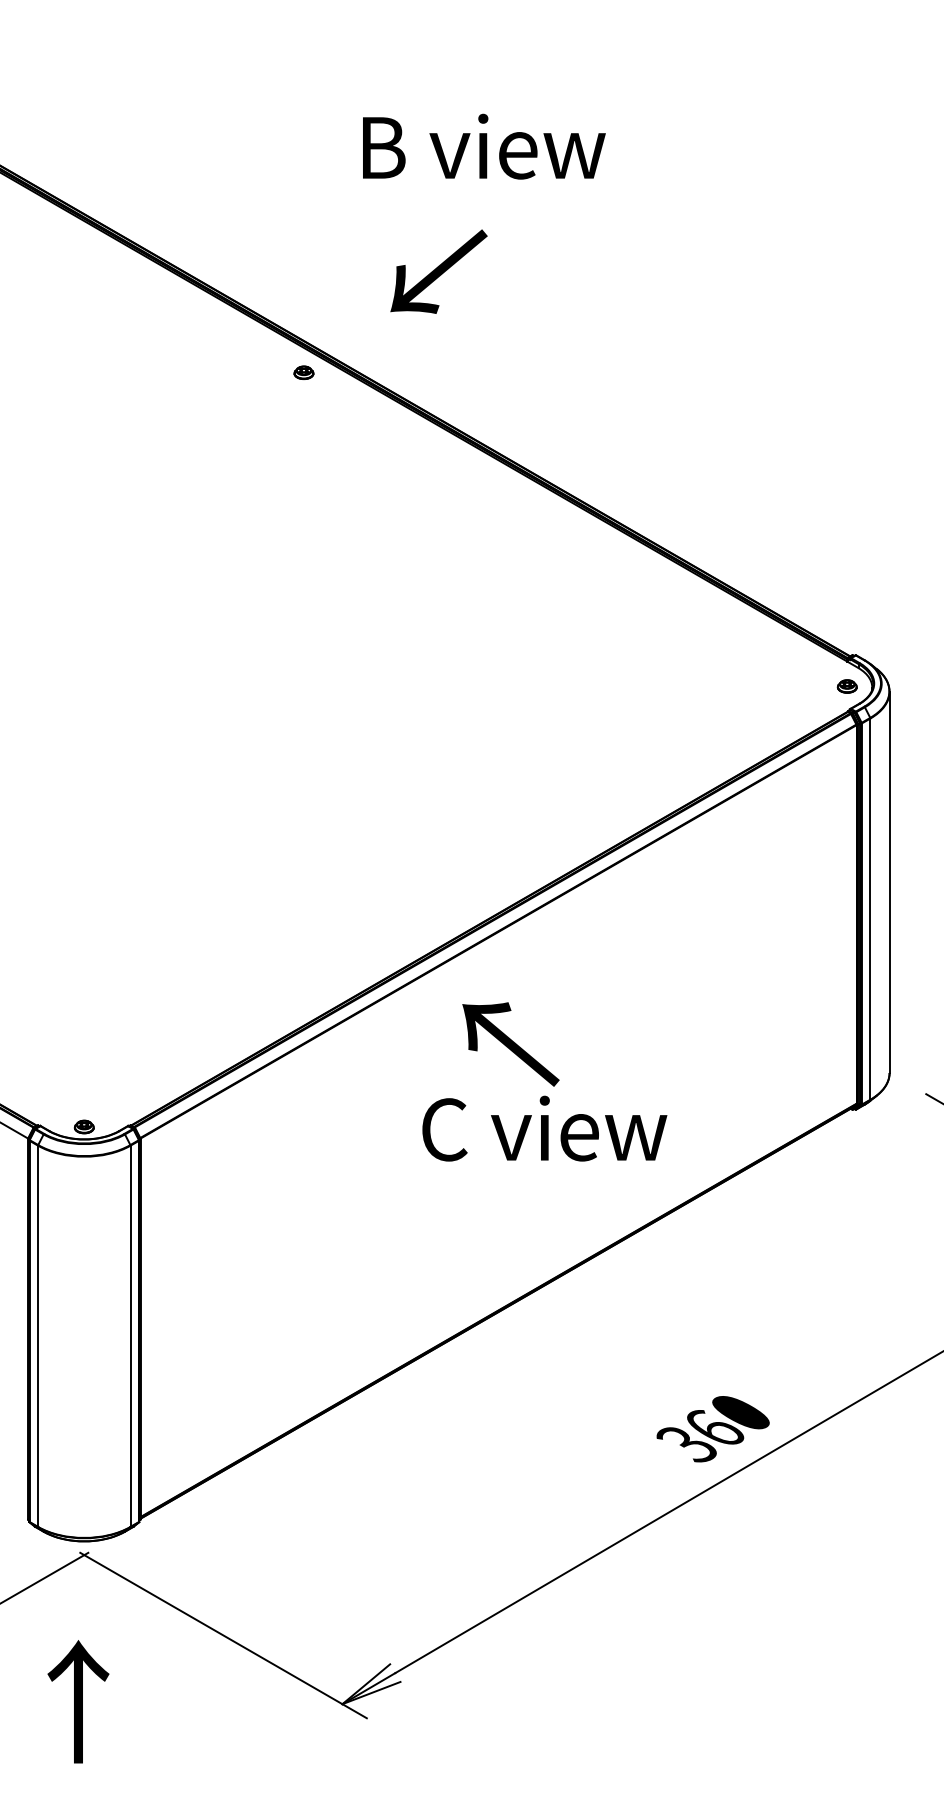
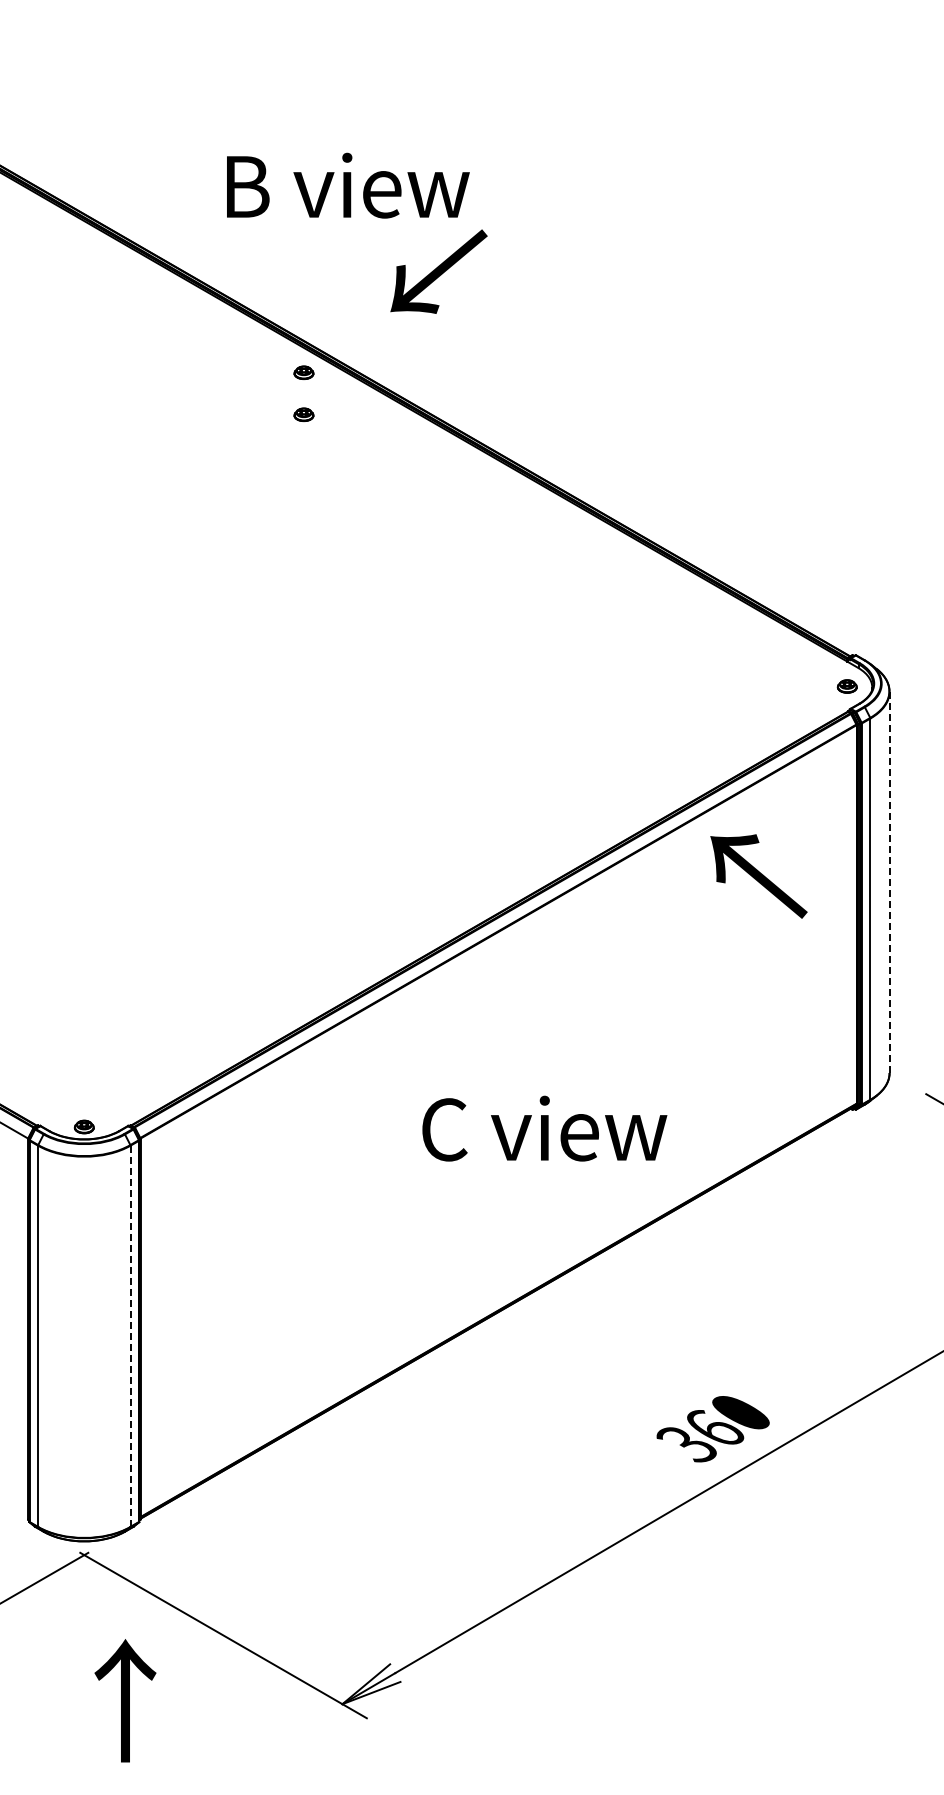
text at (484, 146) position: (484, 146) -> (348, 185)
part at (303, 414): none -> present
line at (889, 882): solid -> dashed
text at (510, 1044) position: (510, 1044) -> (758, 876)
line at (130, 1336): solid -> dashed
text at (78, 1701) position: (78, 1701) -> (125, 1700)
